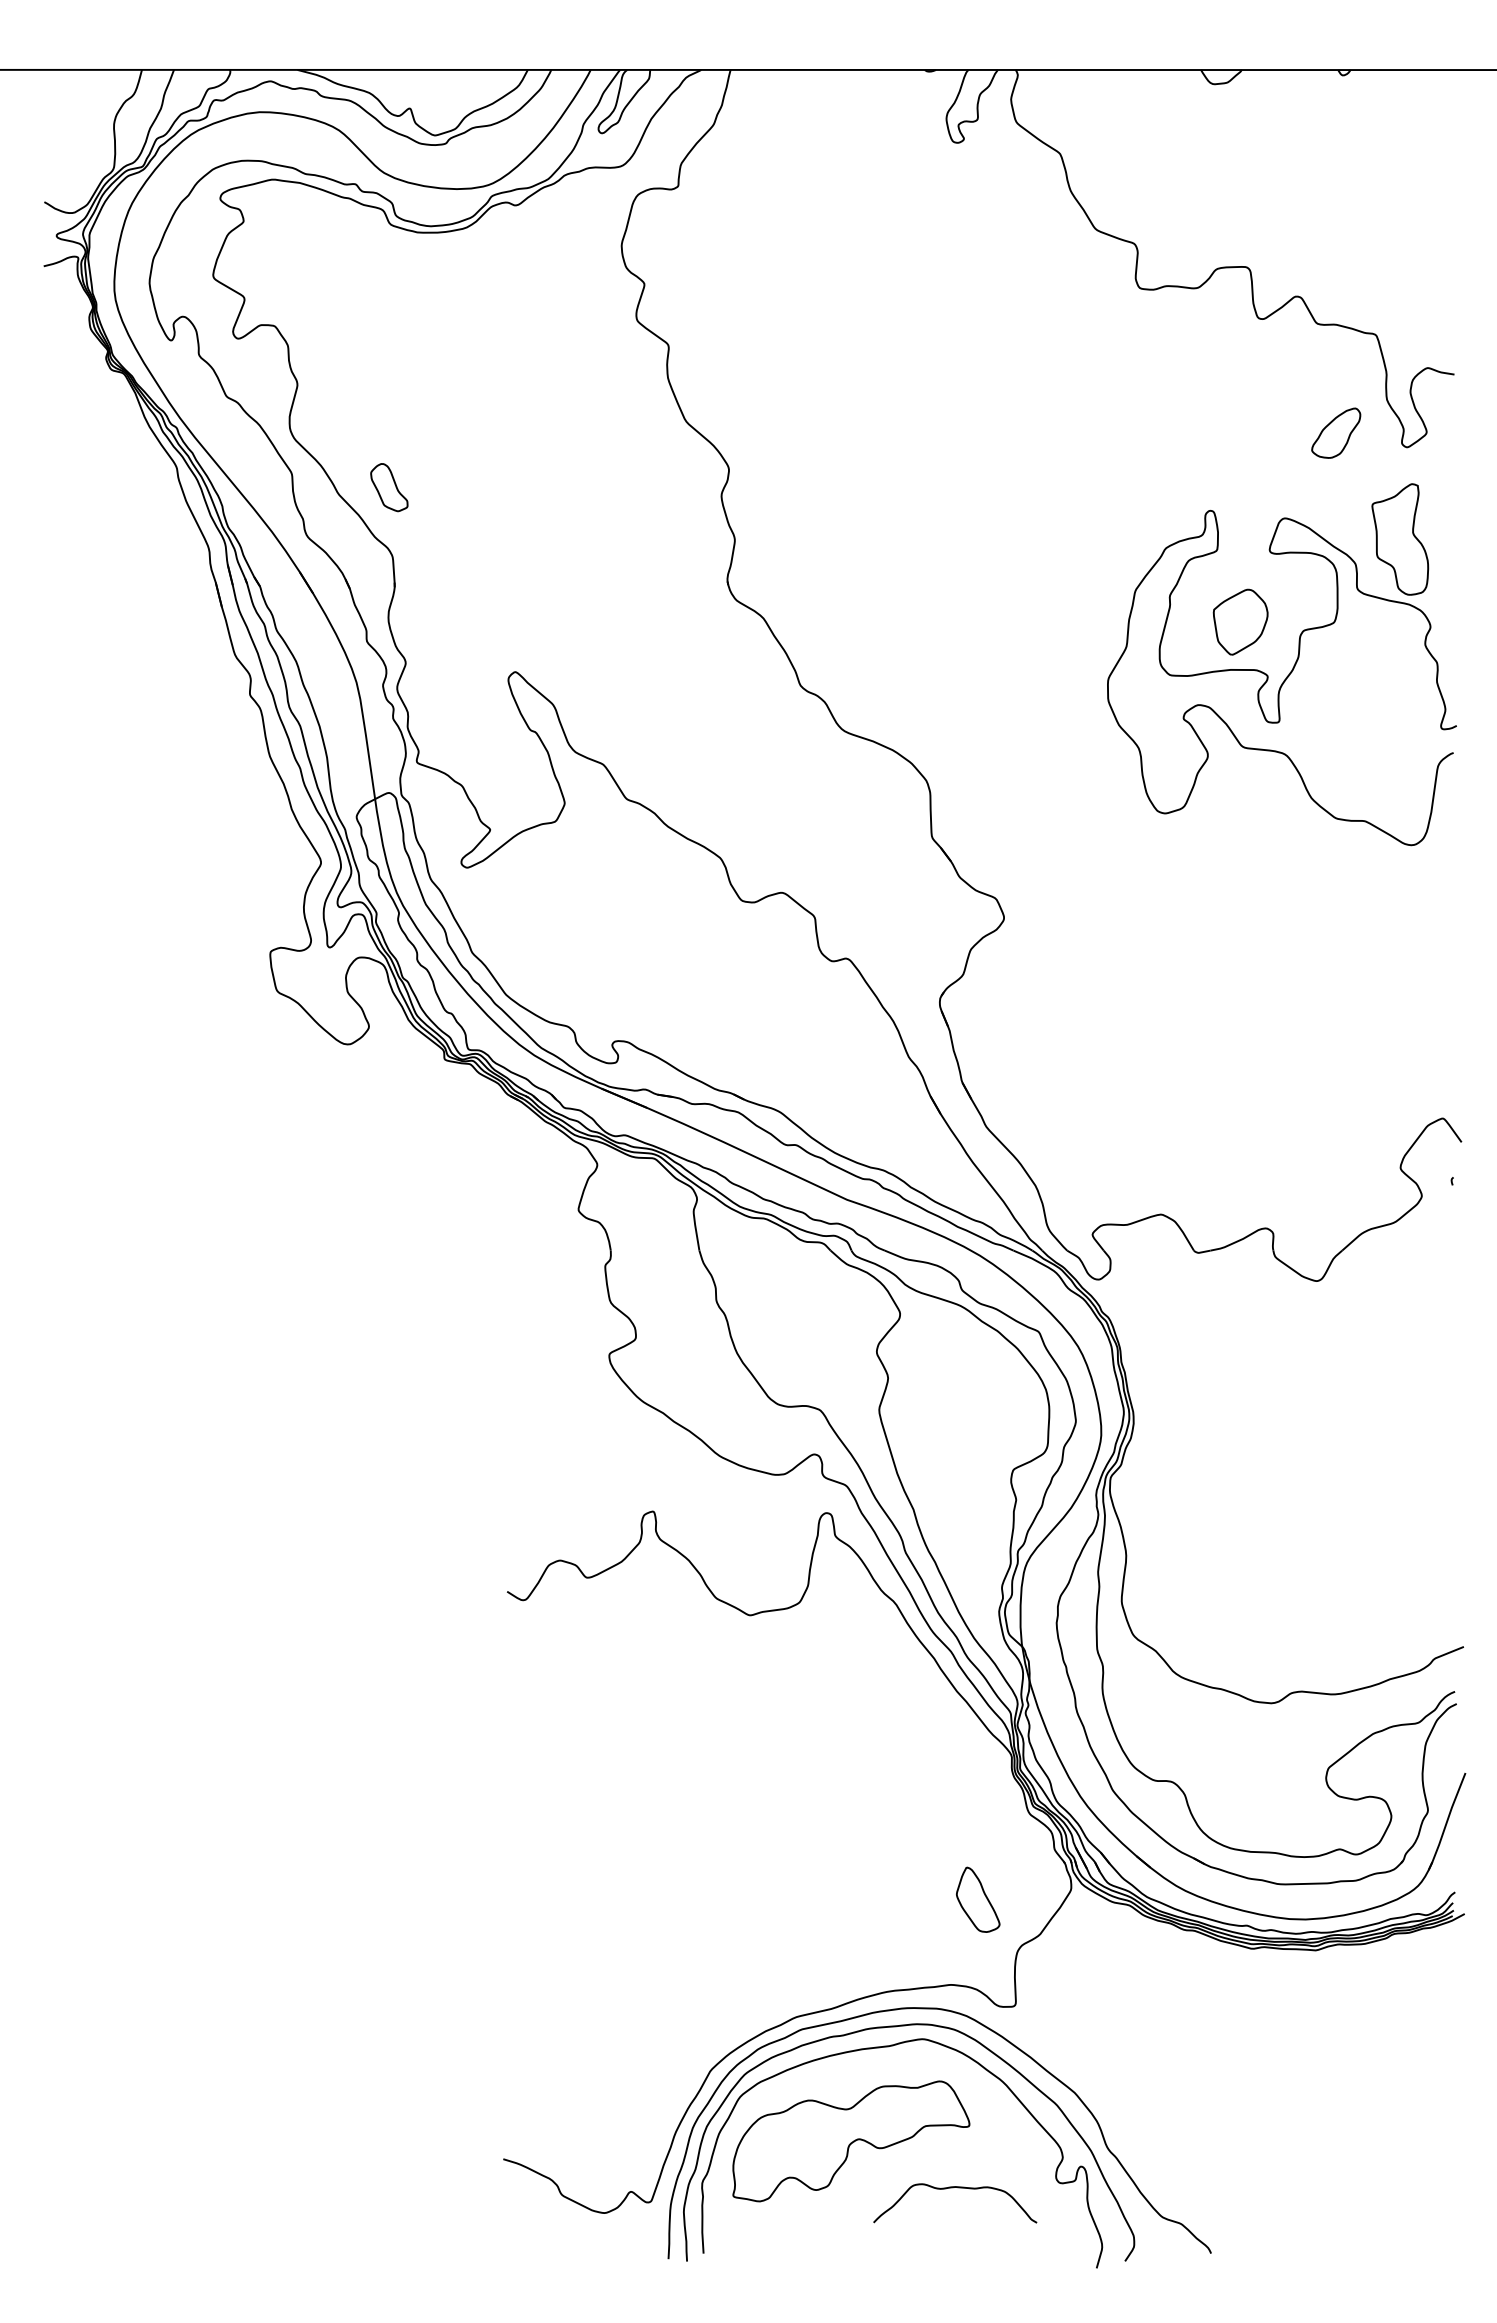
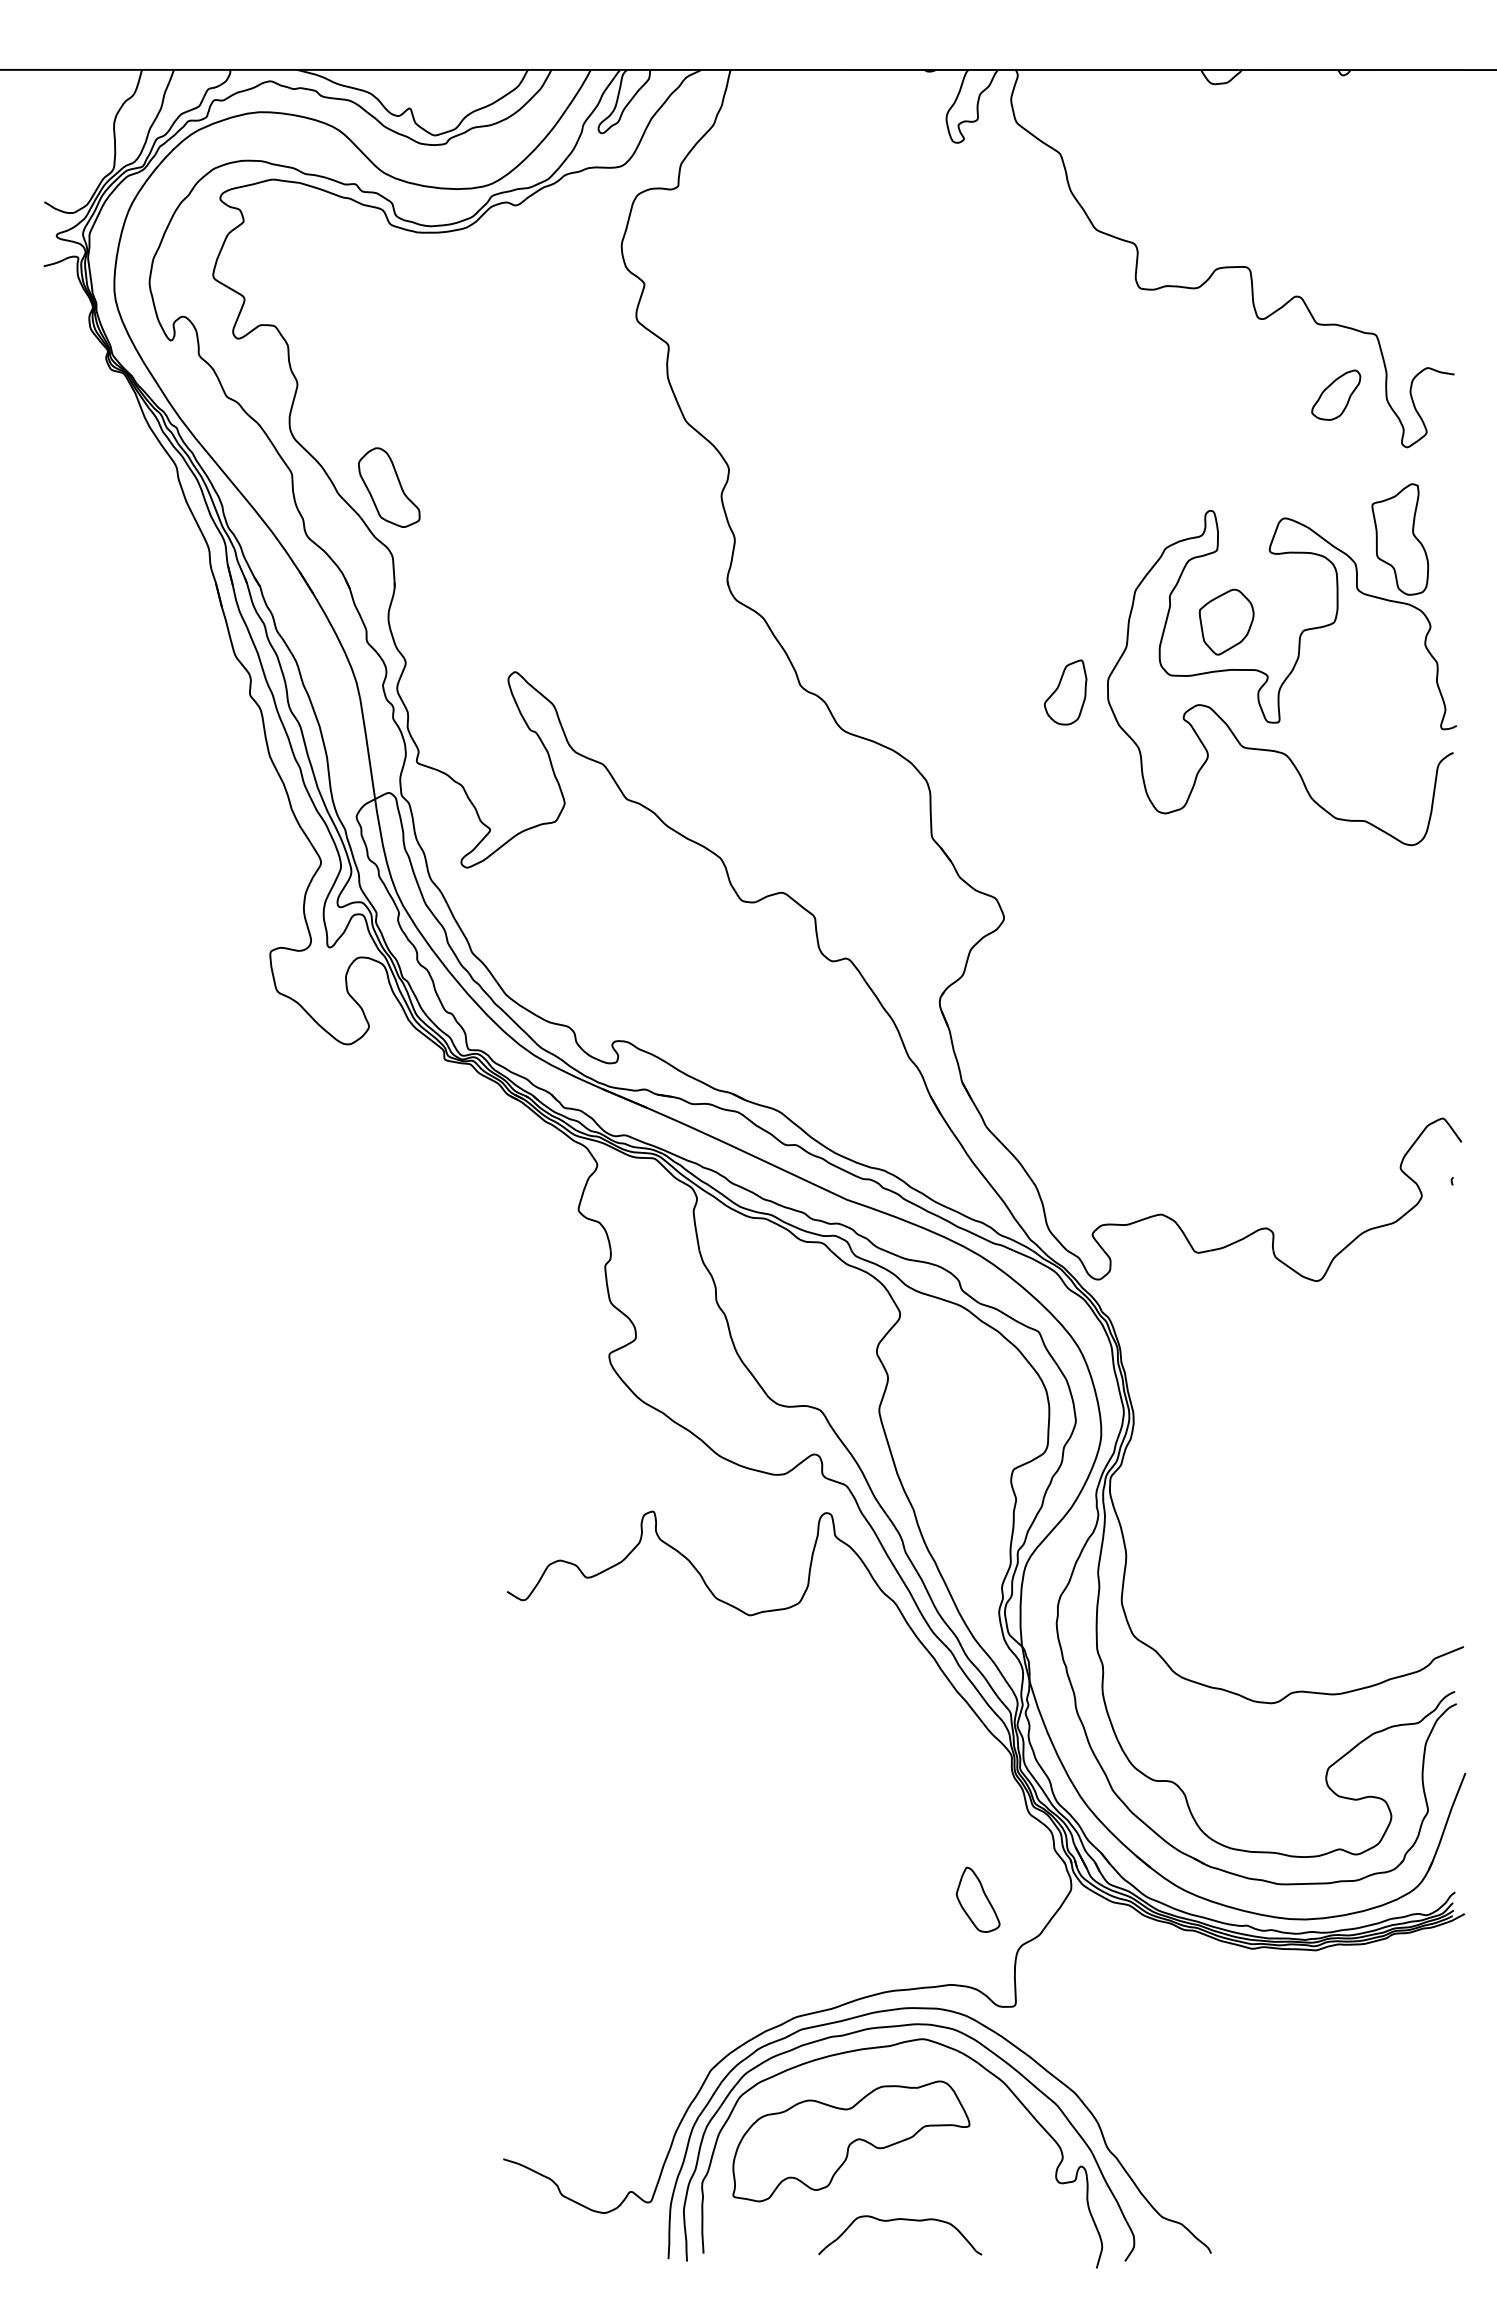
part at (1336, 432) position: (1336, 432) -> (1336, 394)
part at (389, 487) size: 39x50 px -> 63x81 px
part at (1240, 621) position: (1240, 621) -> (1226, 621)
part at (1065, 692): none -> present
curve at (953, 2188) position: (953, 2188) -> (898, 2220)
